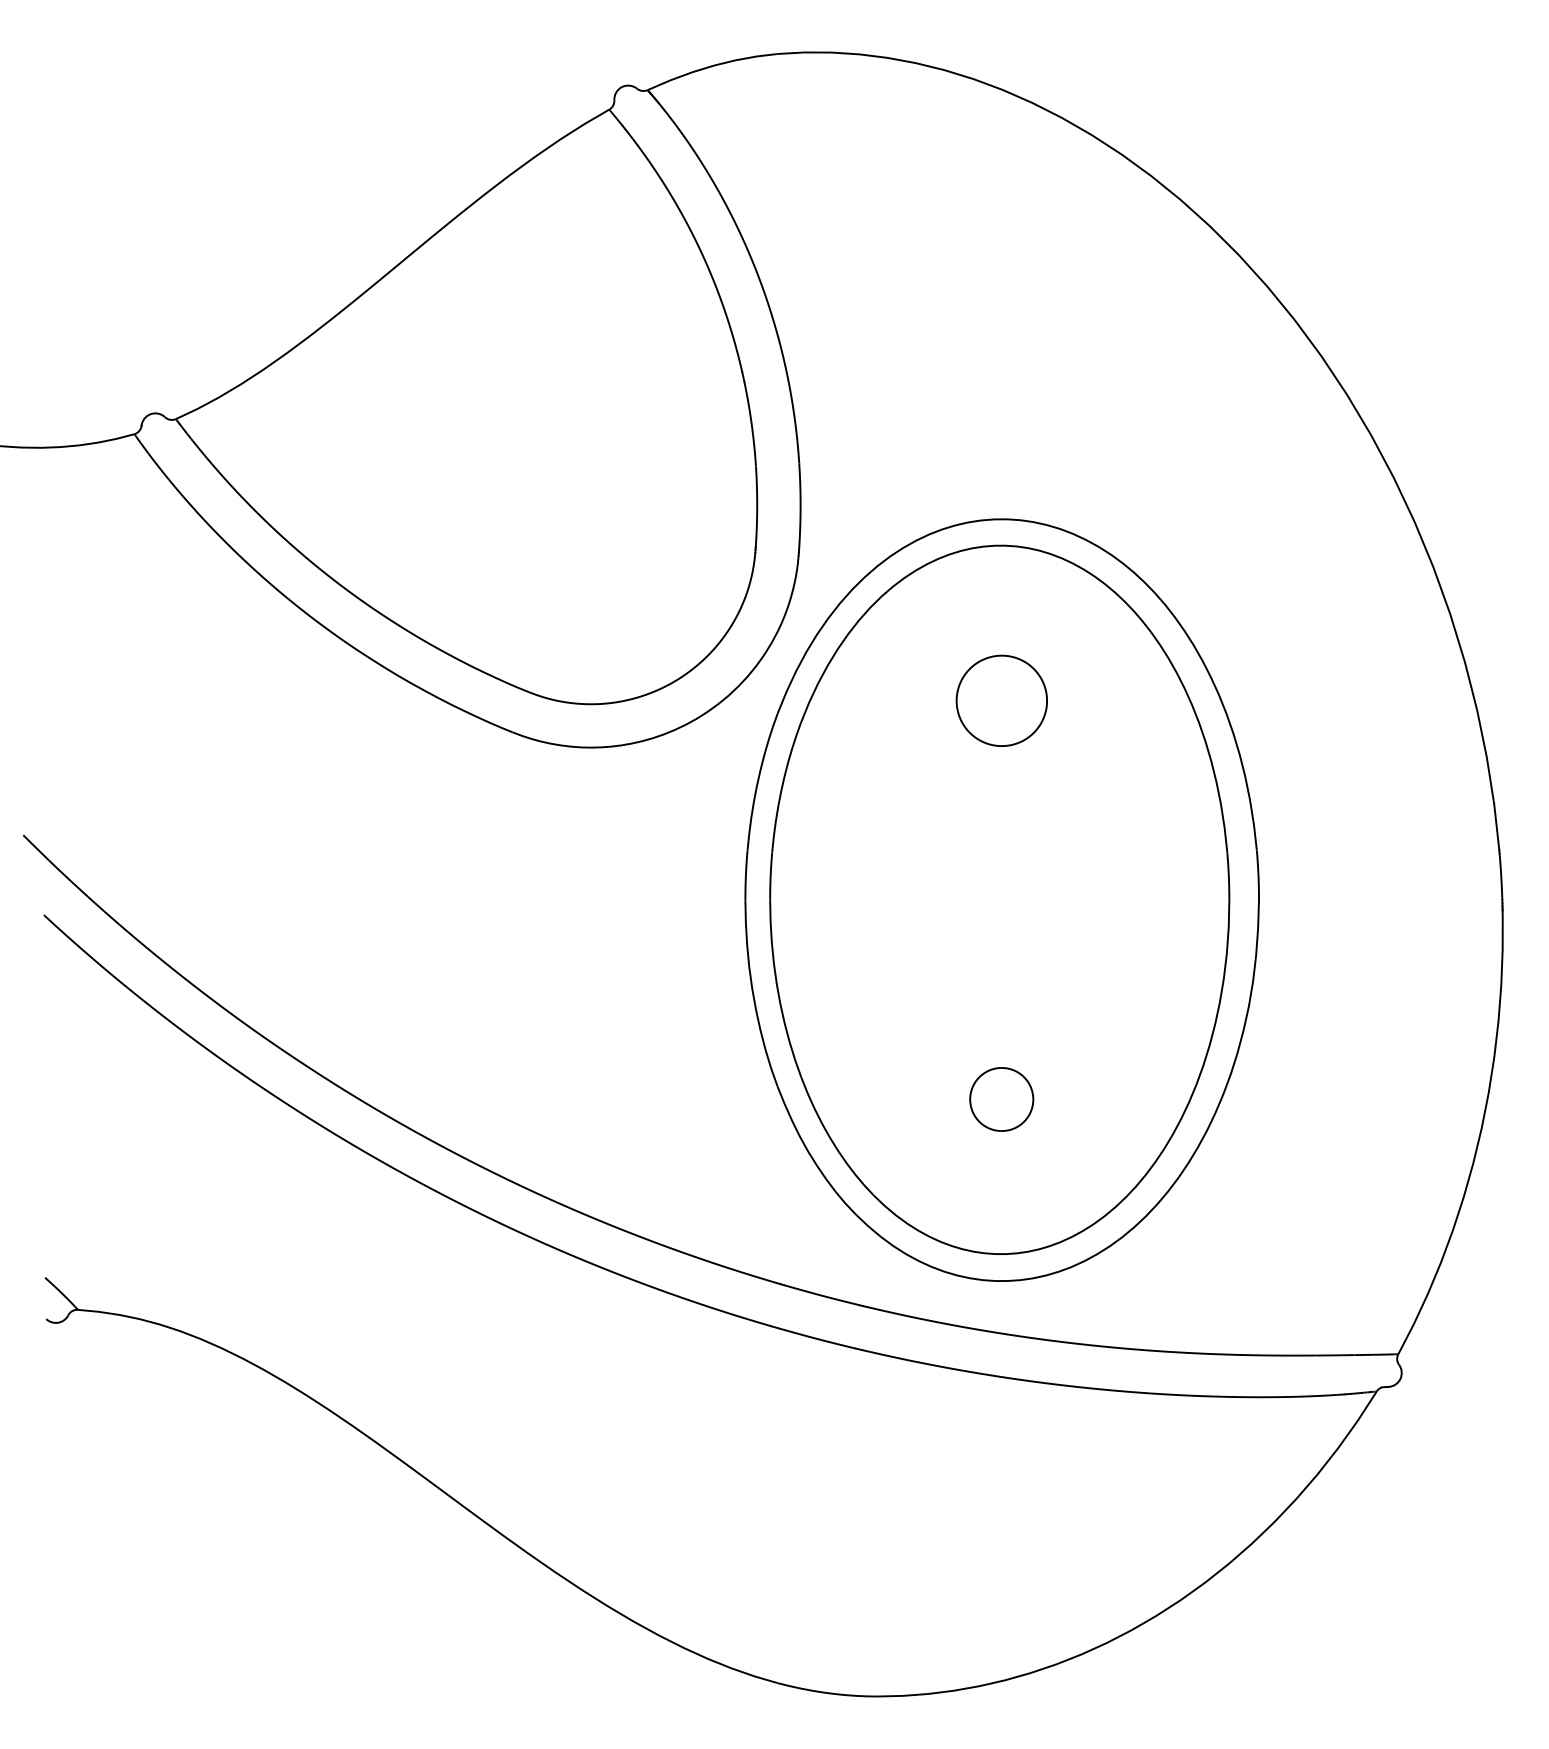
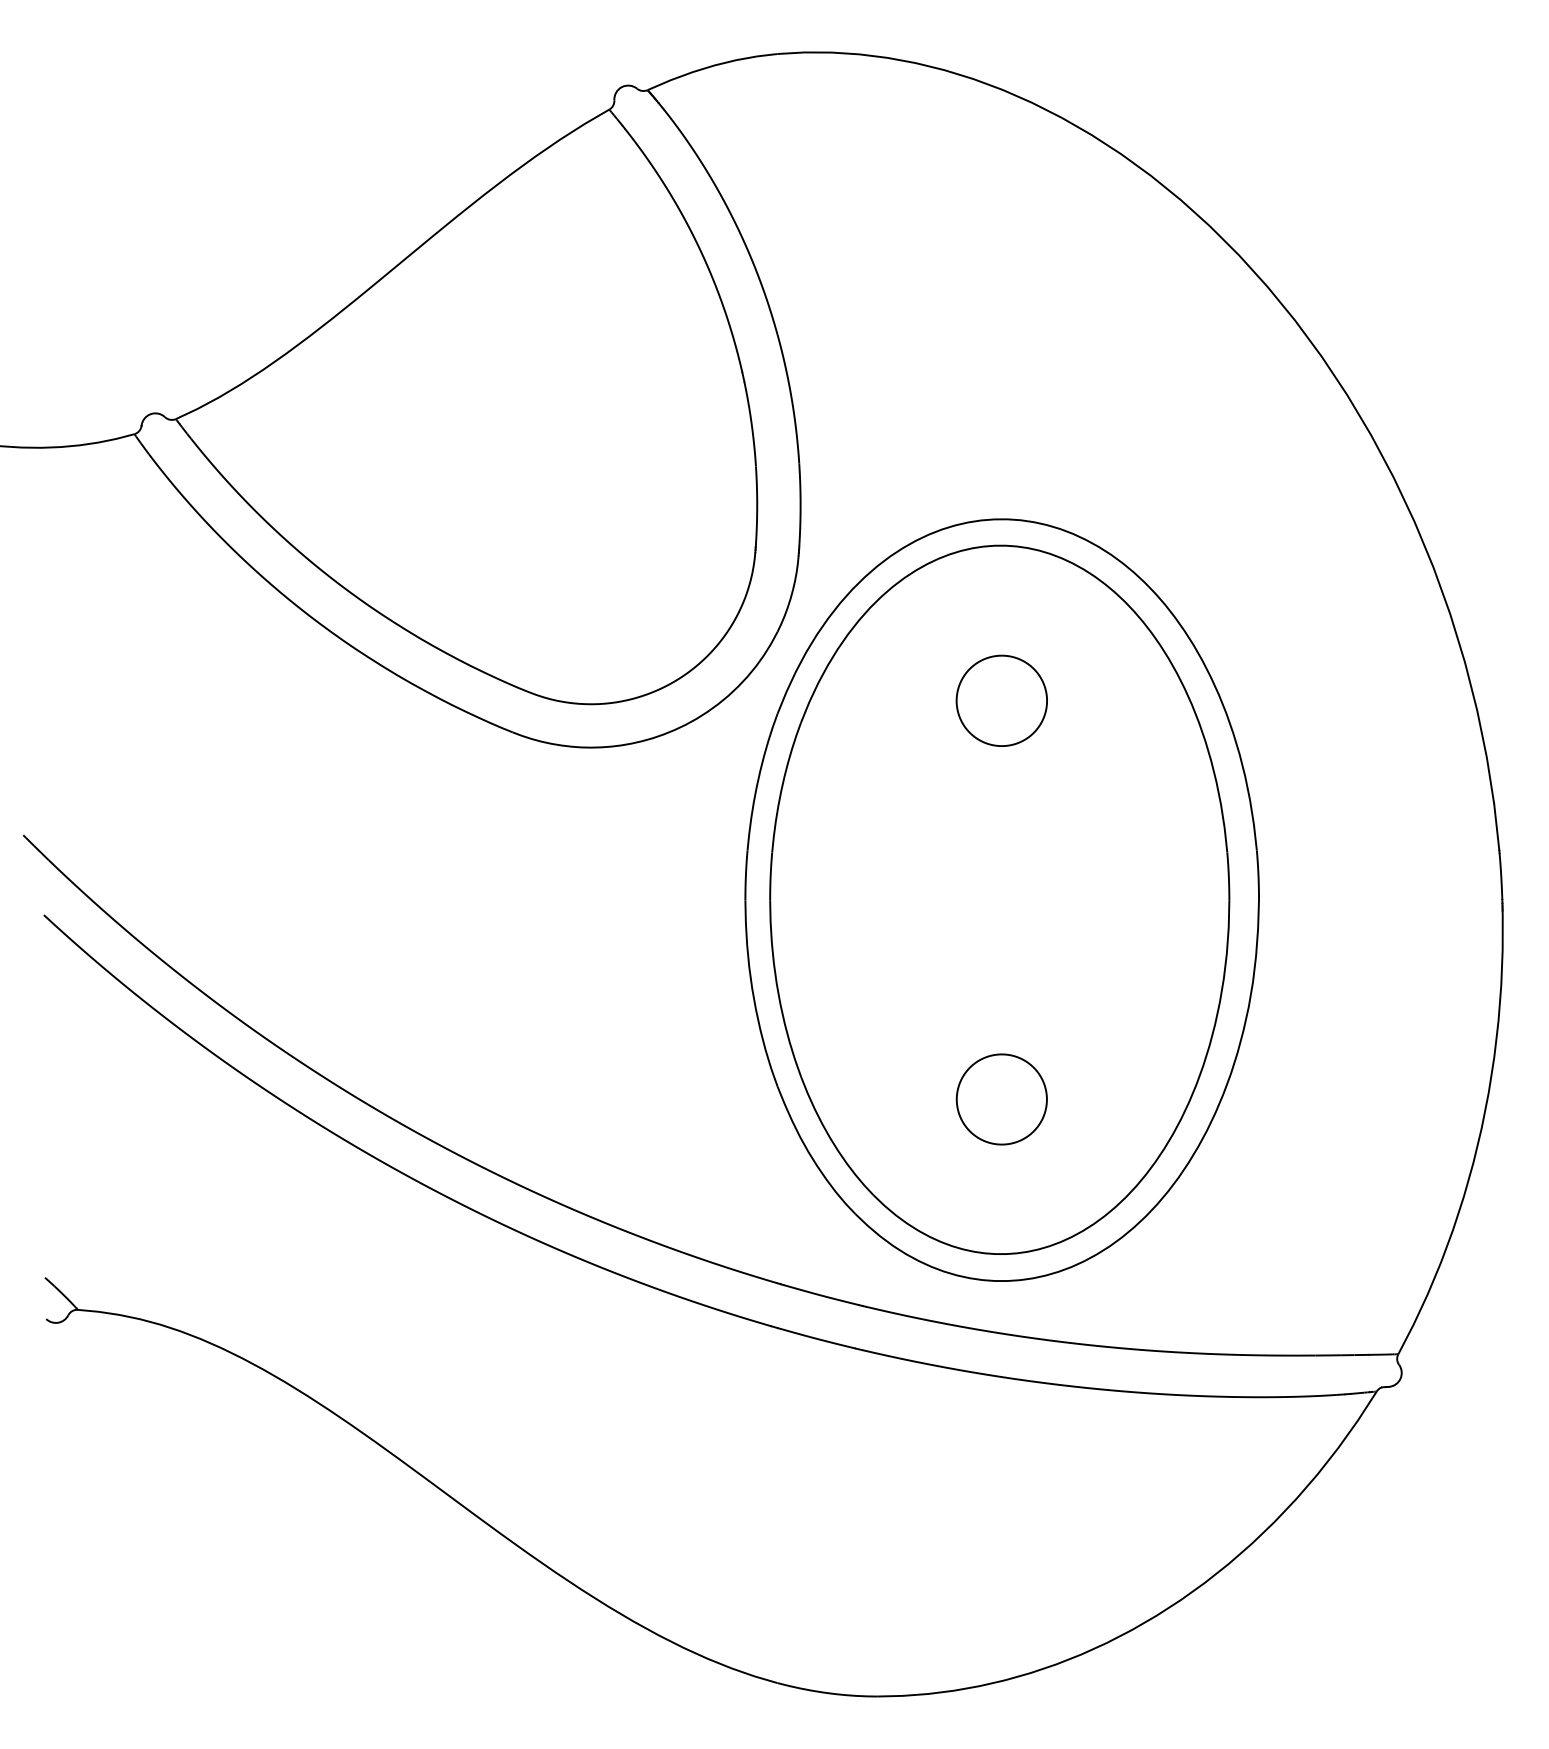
part at (1001, 1099) size: 66x65 px -> 93x93 px
